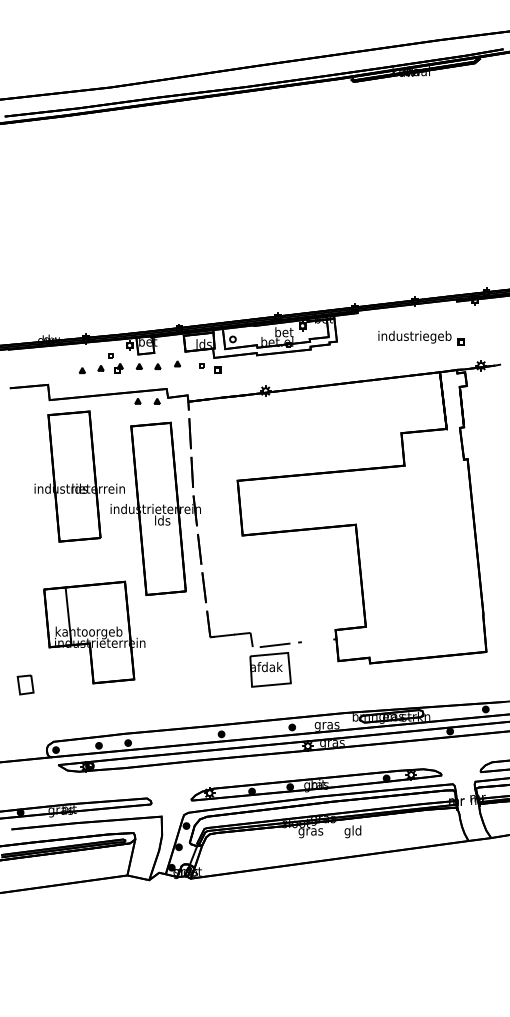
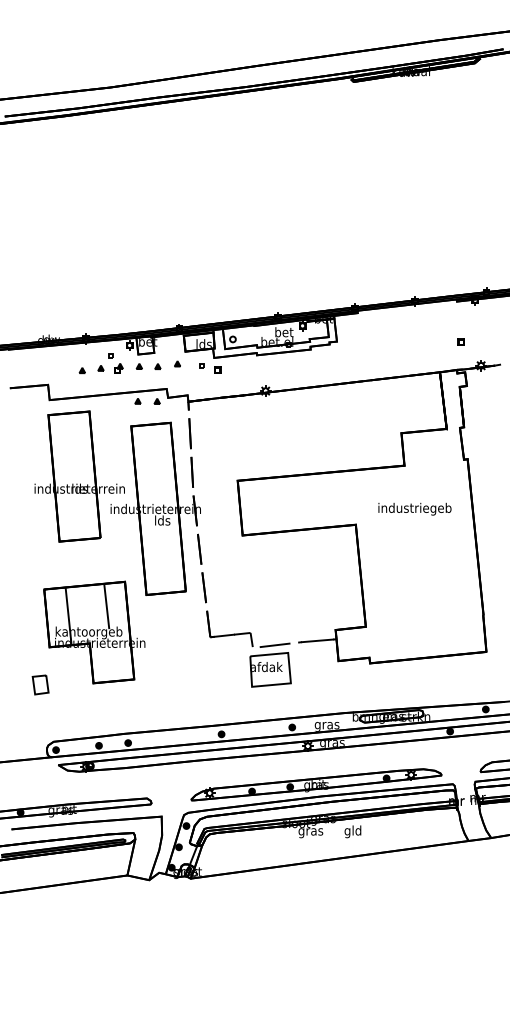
text at (414, 336) position: (414, 336) -> (414, 508)
line at (106, 606): none -> present
line at (317, 640): none -> present
part at (25, 684) position: (25, 684) -> (40, 684)
